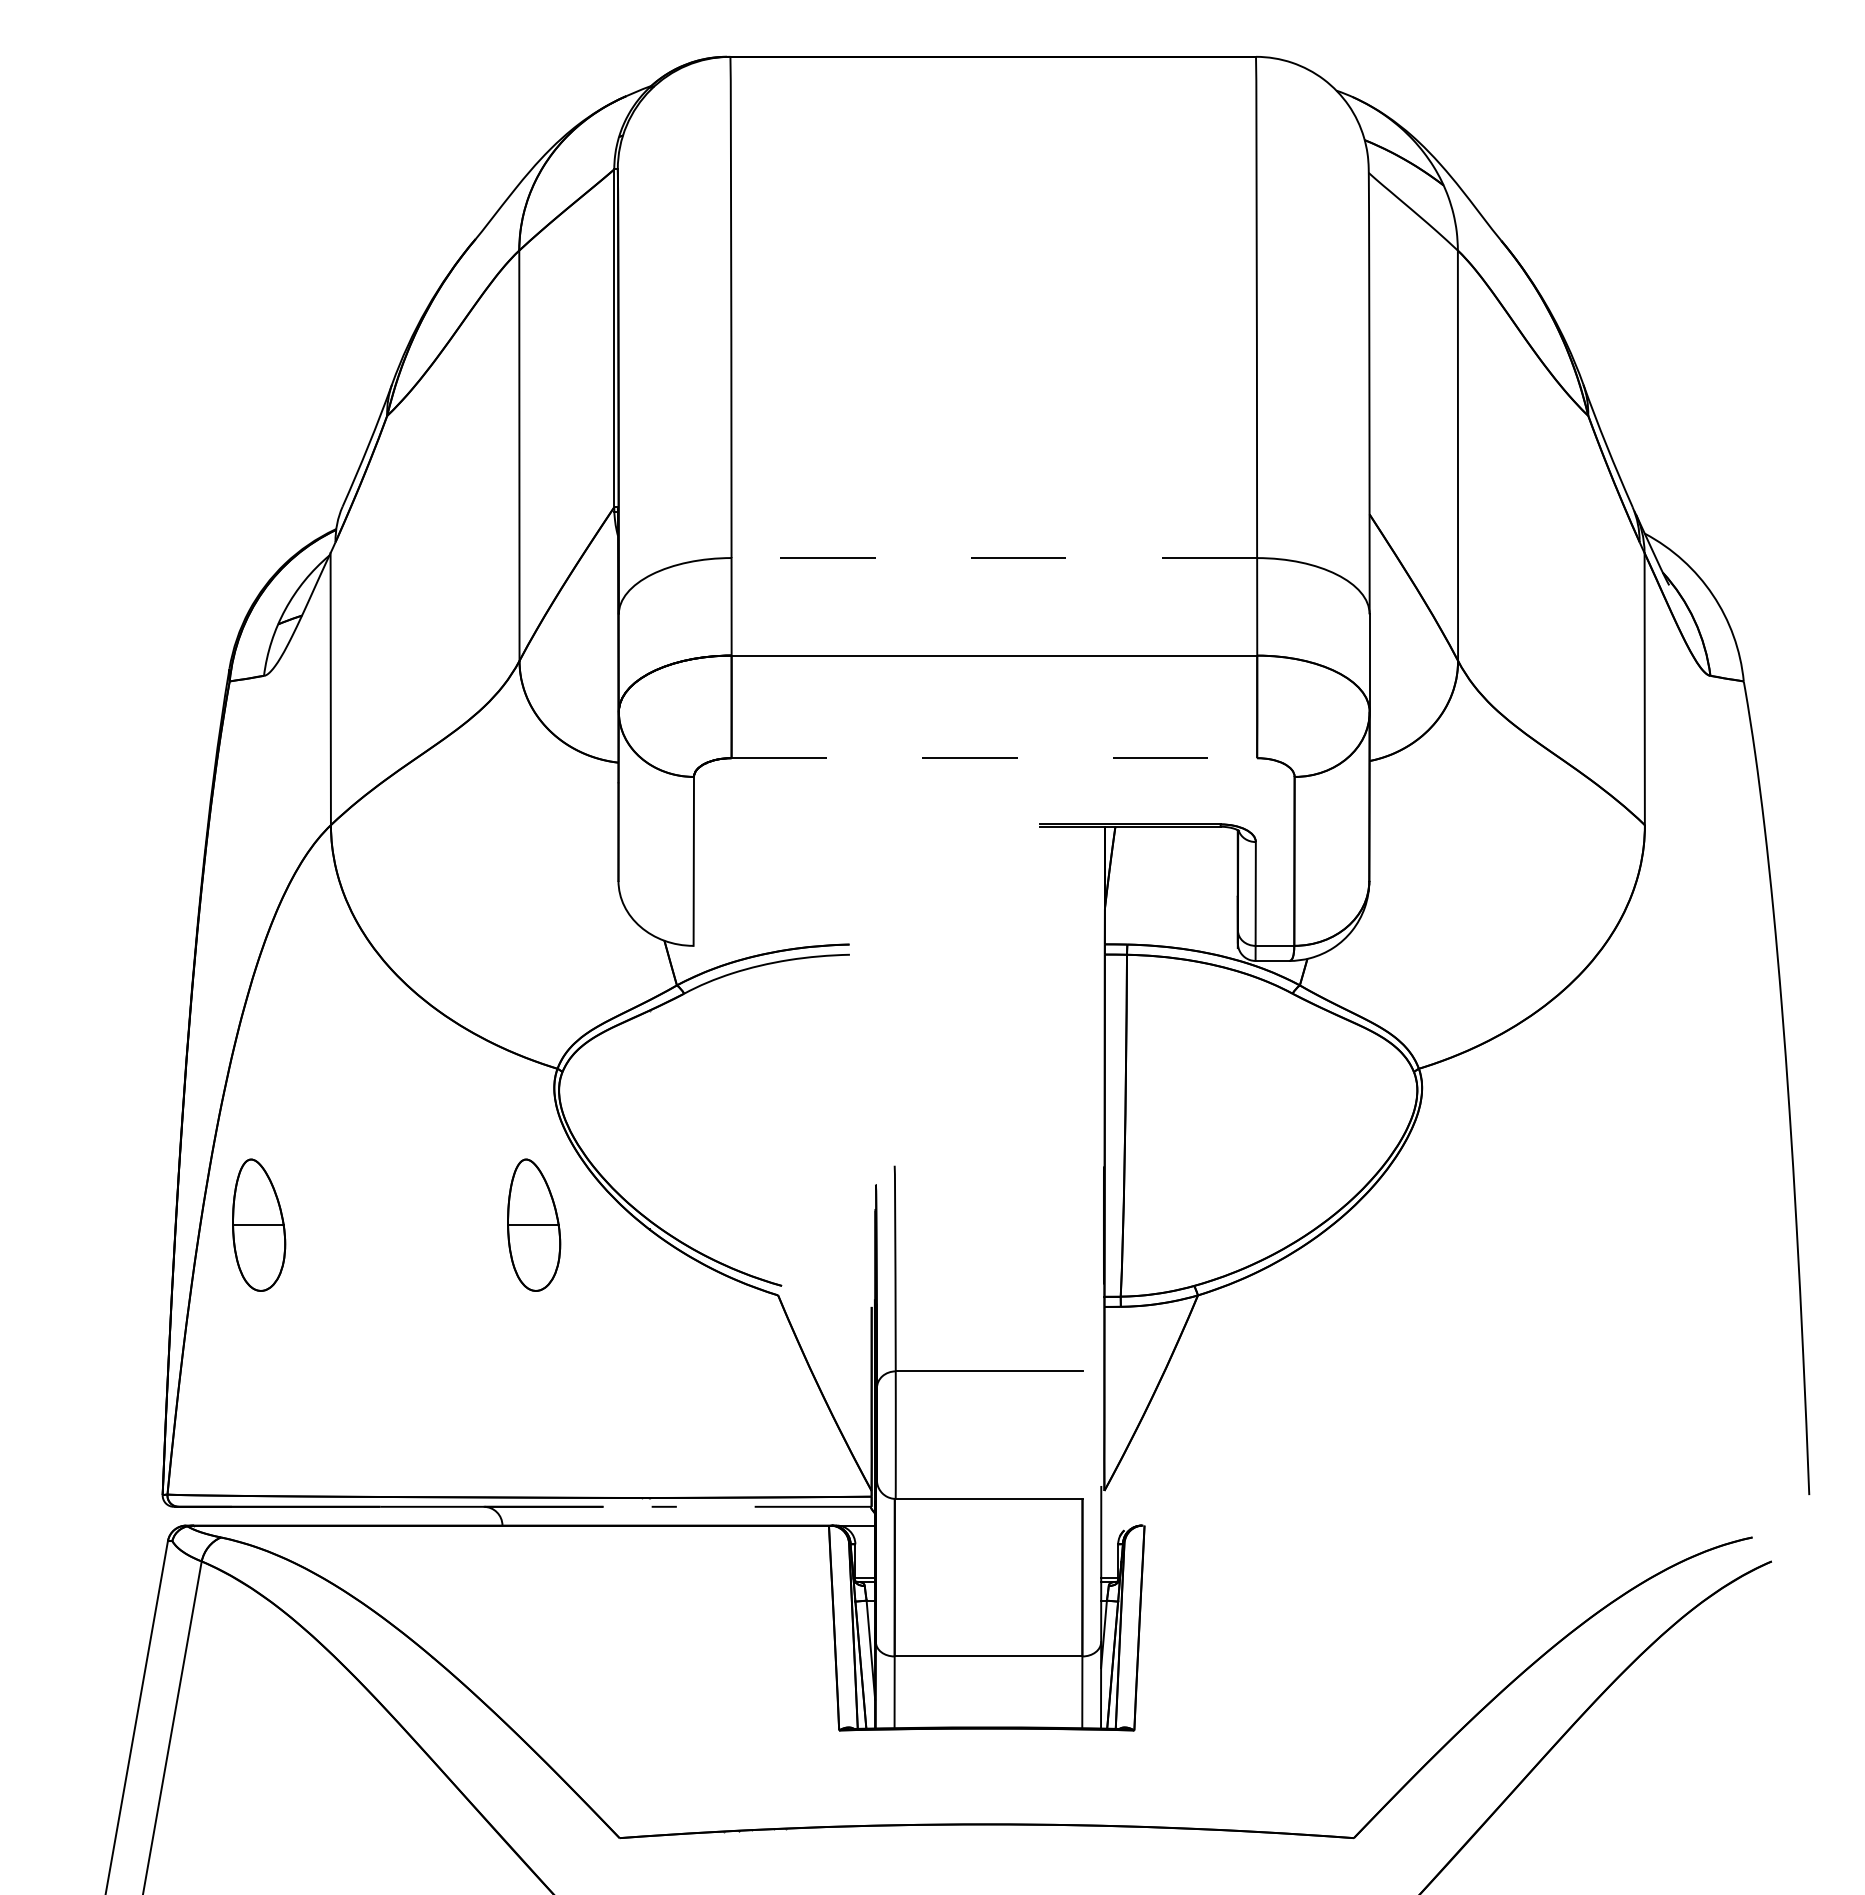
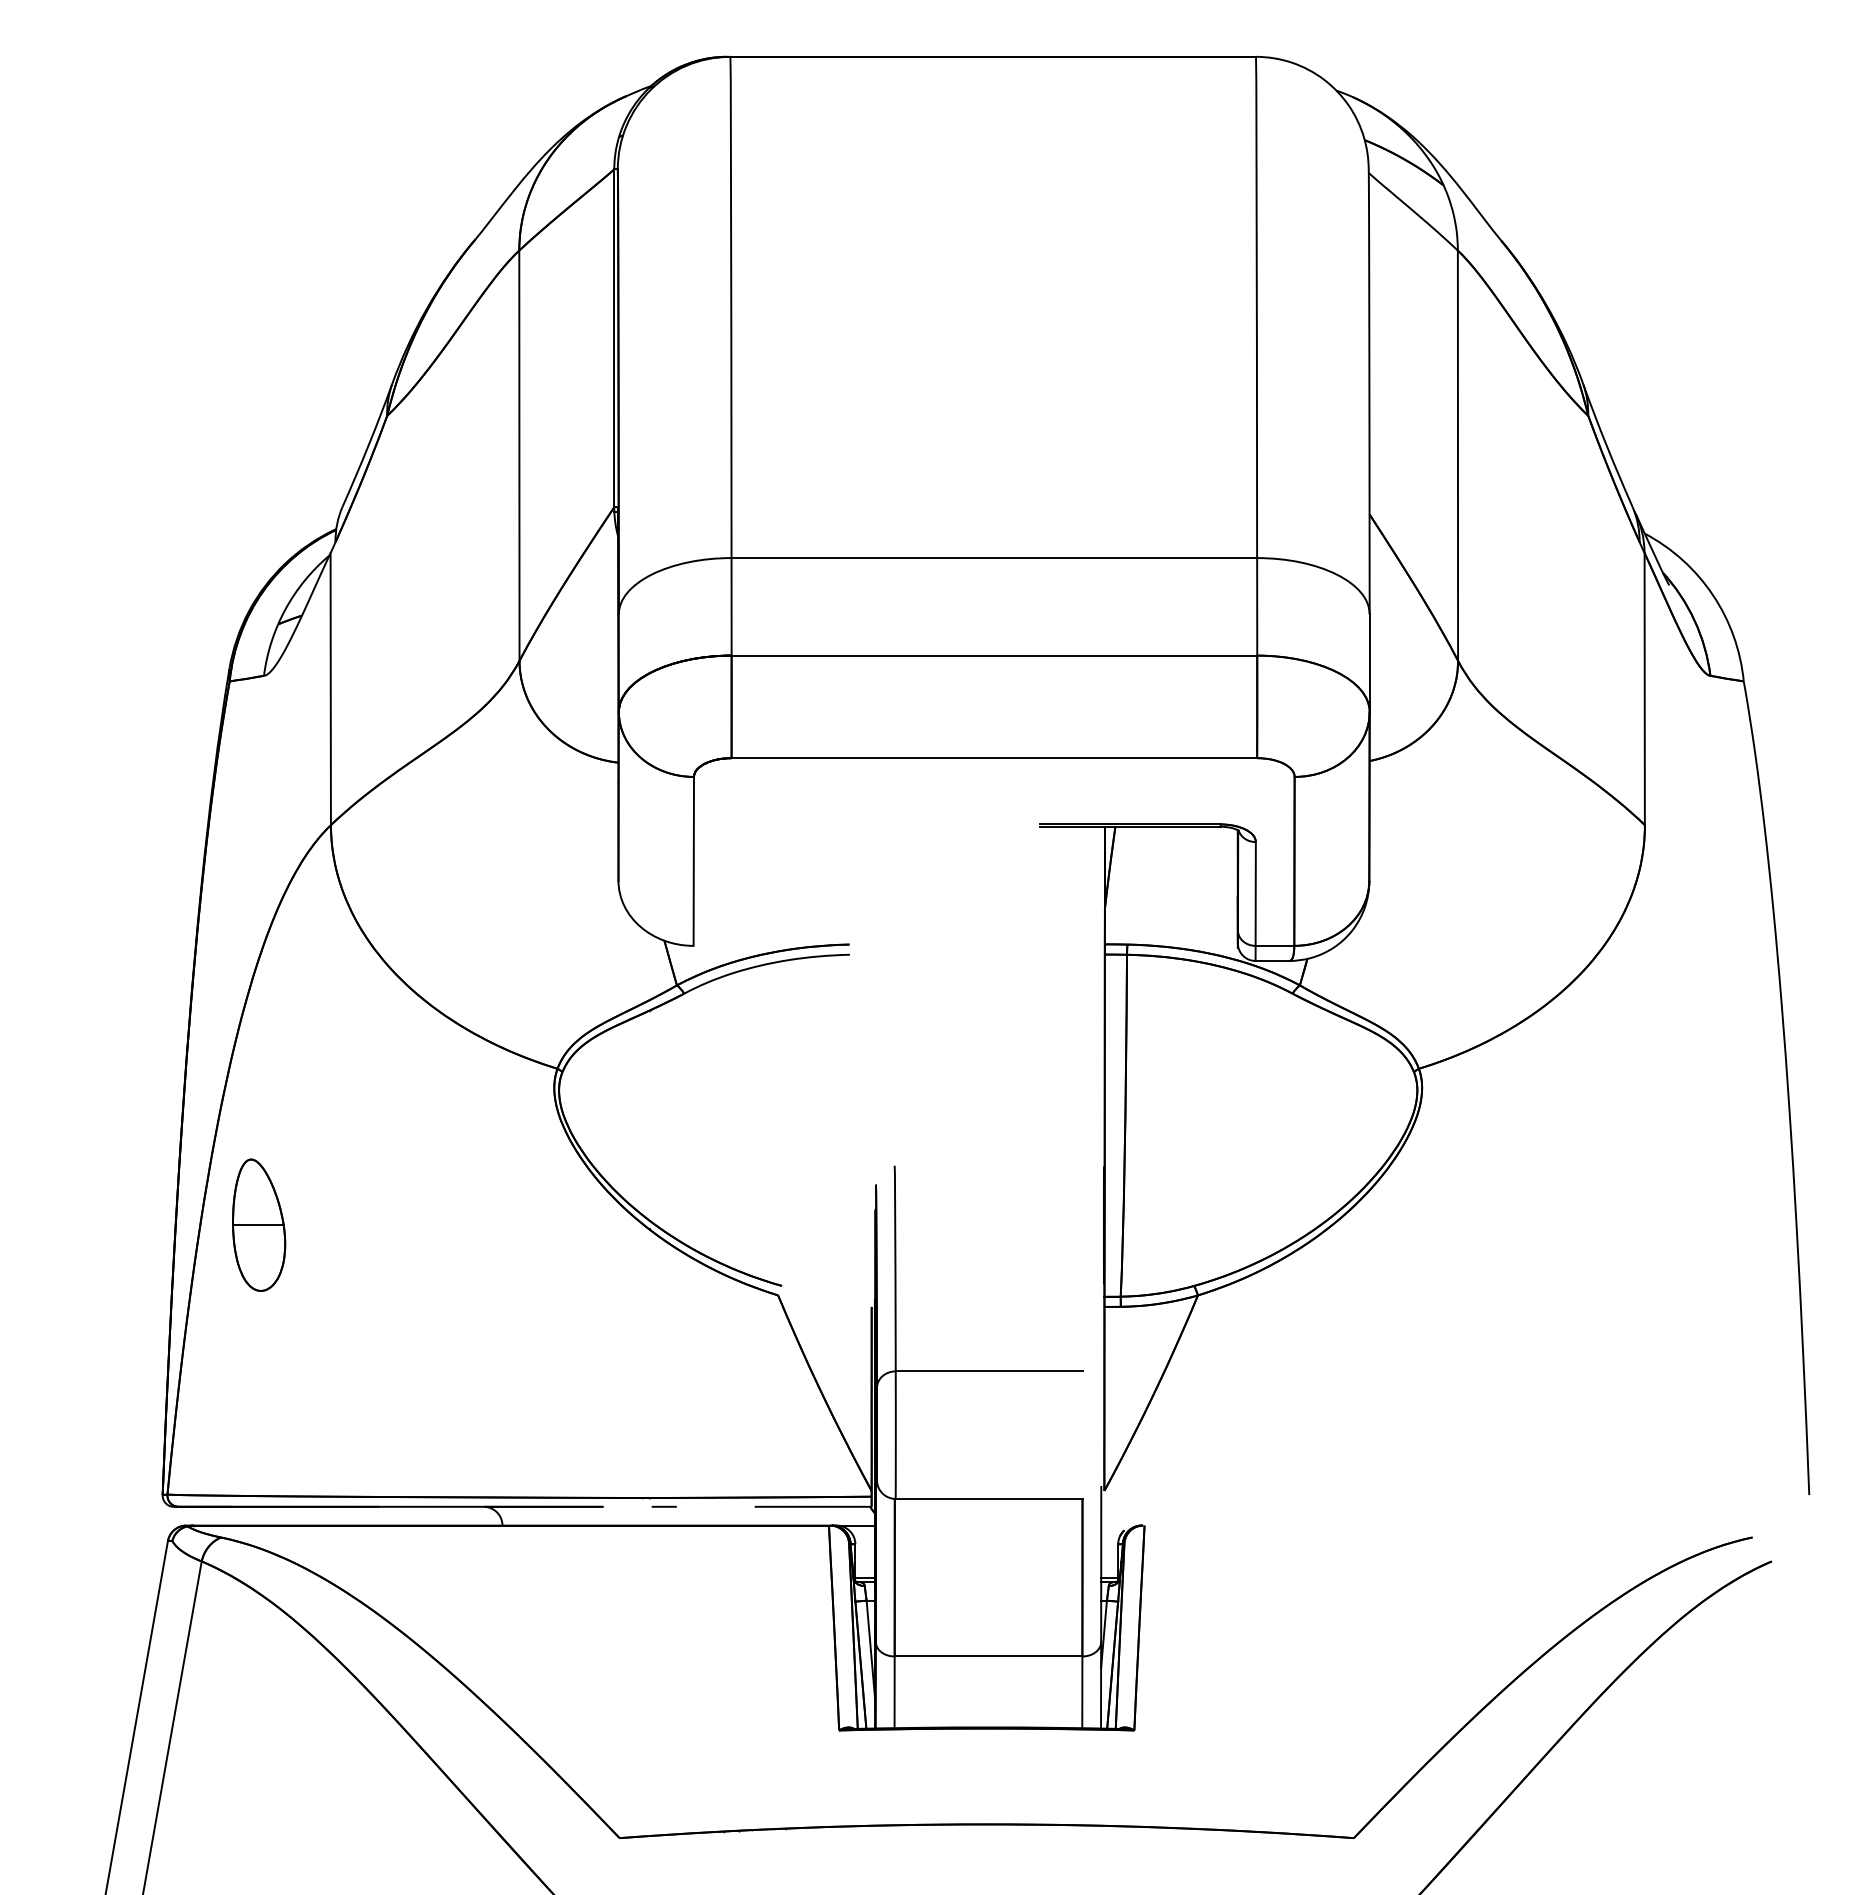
line at (994, 558): dashed -> solid
line at (994, 758): dashed -> solid
part at (534, 1224): present -> none
